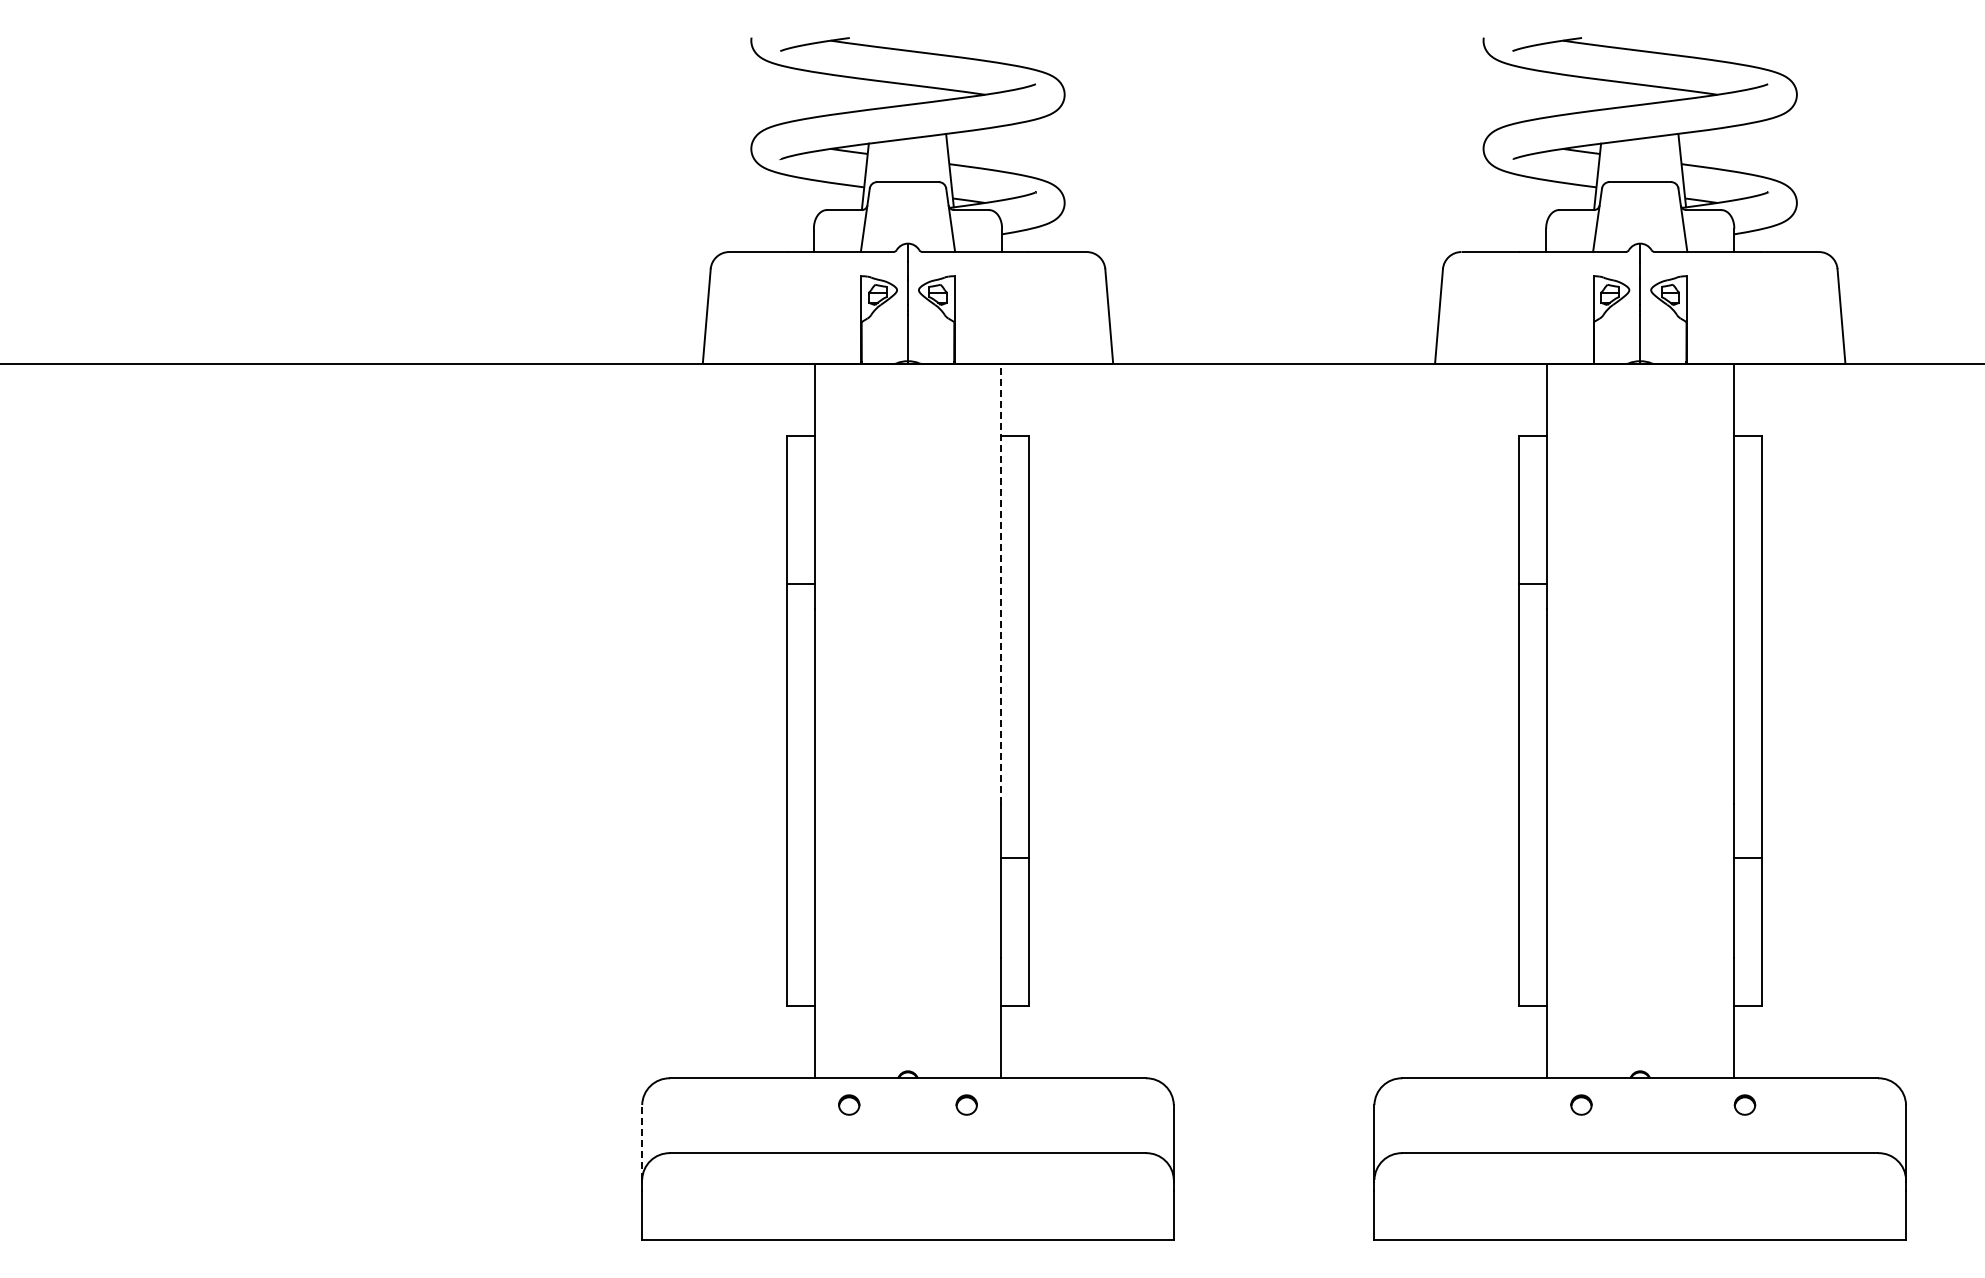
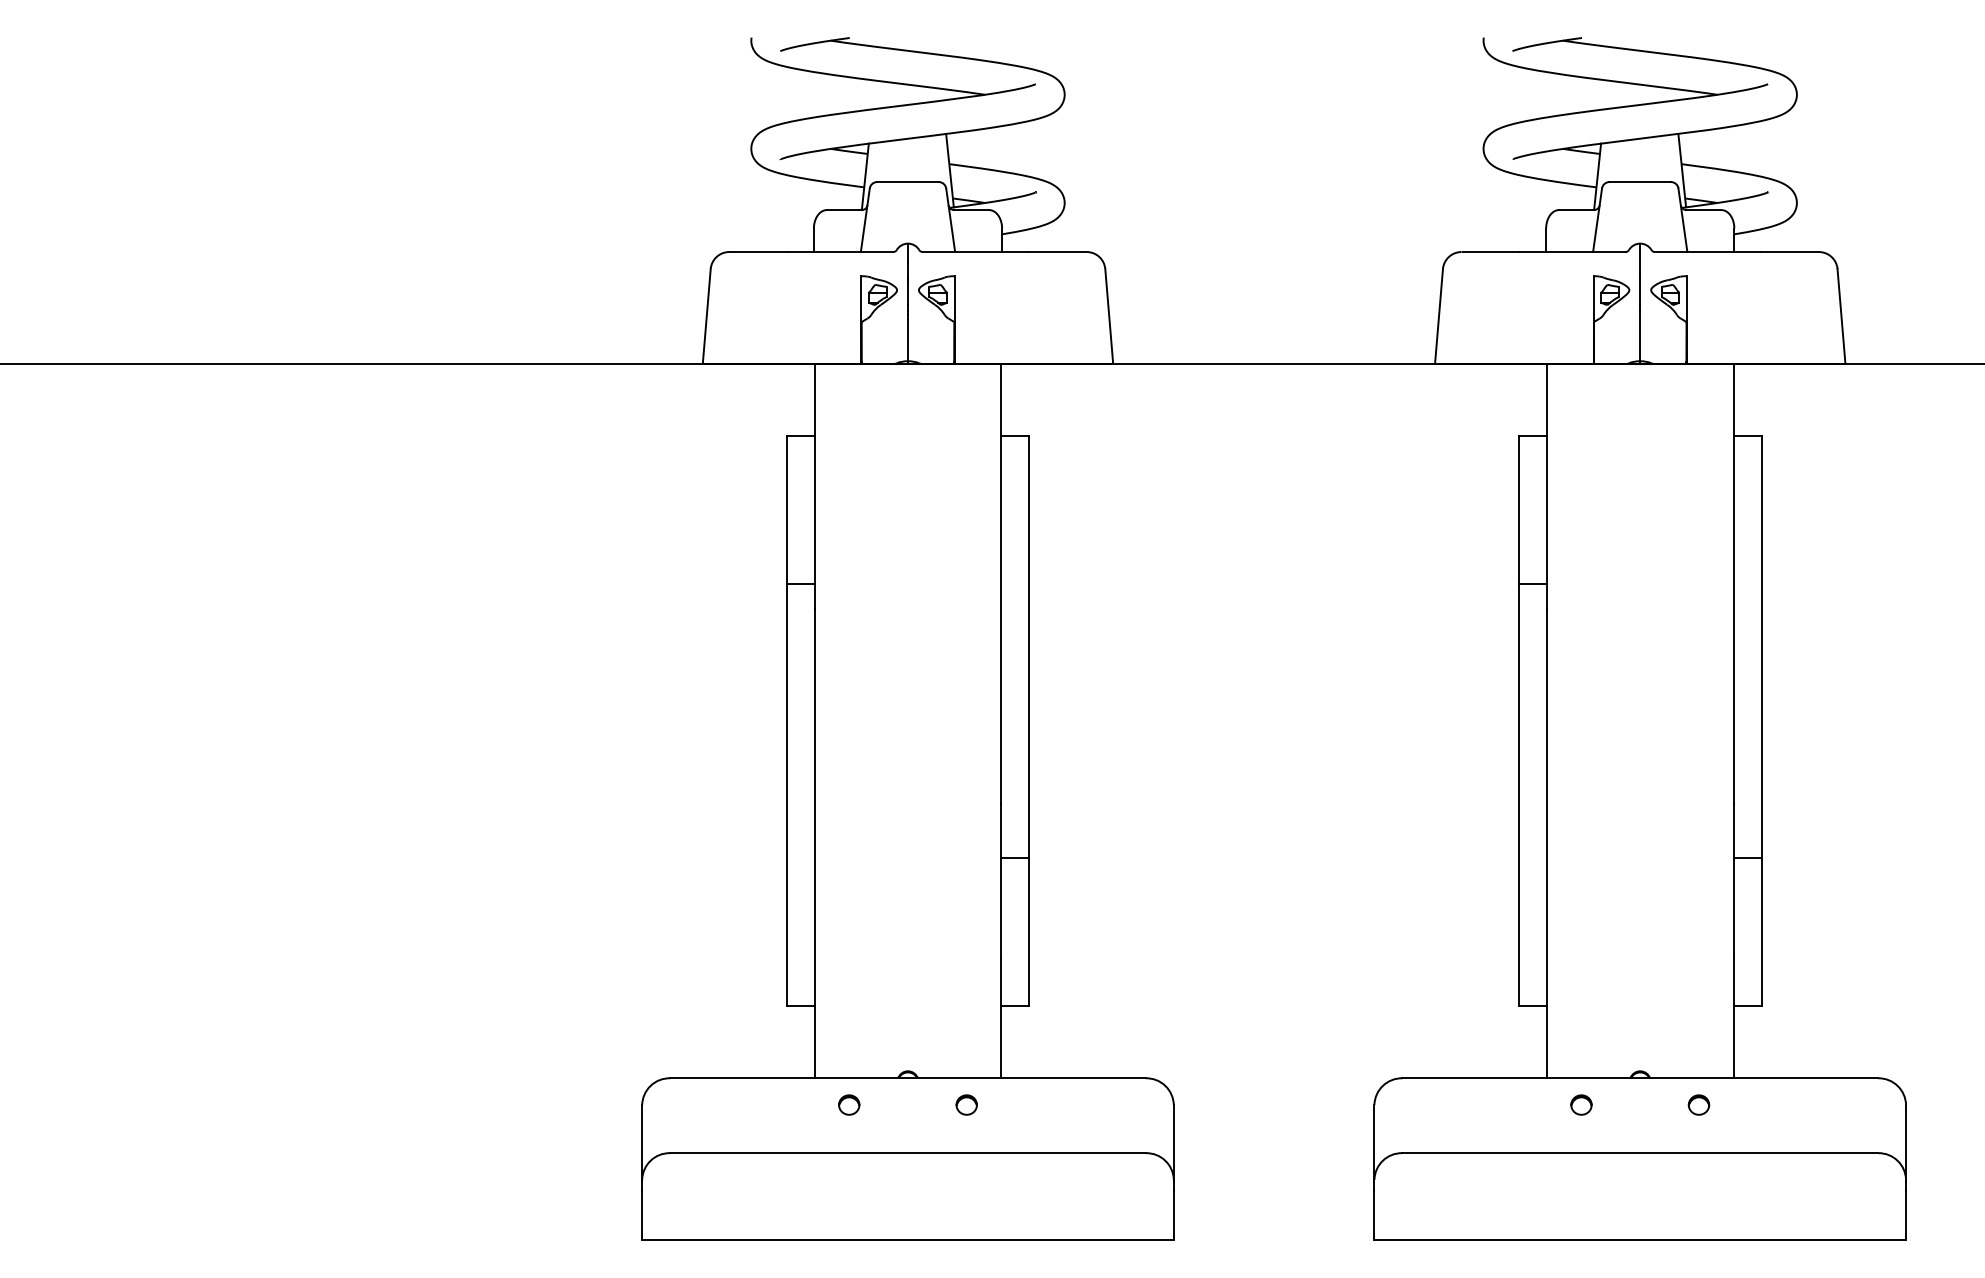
line at (1001, 583): dashed -> solid
part at (1744, 1104) position: (1744, 1104) -> (1698, 1104)
line at (642, 1141): dashed -> solid
